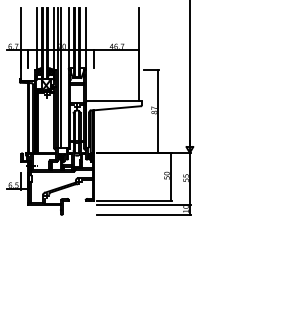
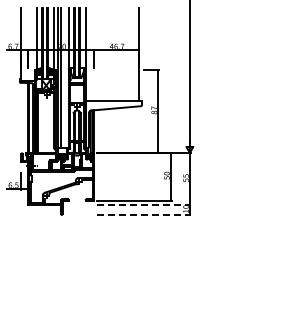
line at (144, 205): solid -> dashed
line at (144, 214): solid -> dashed
